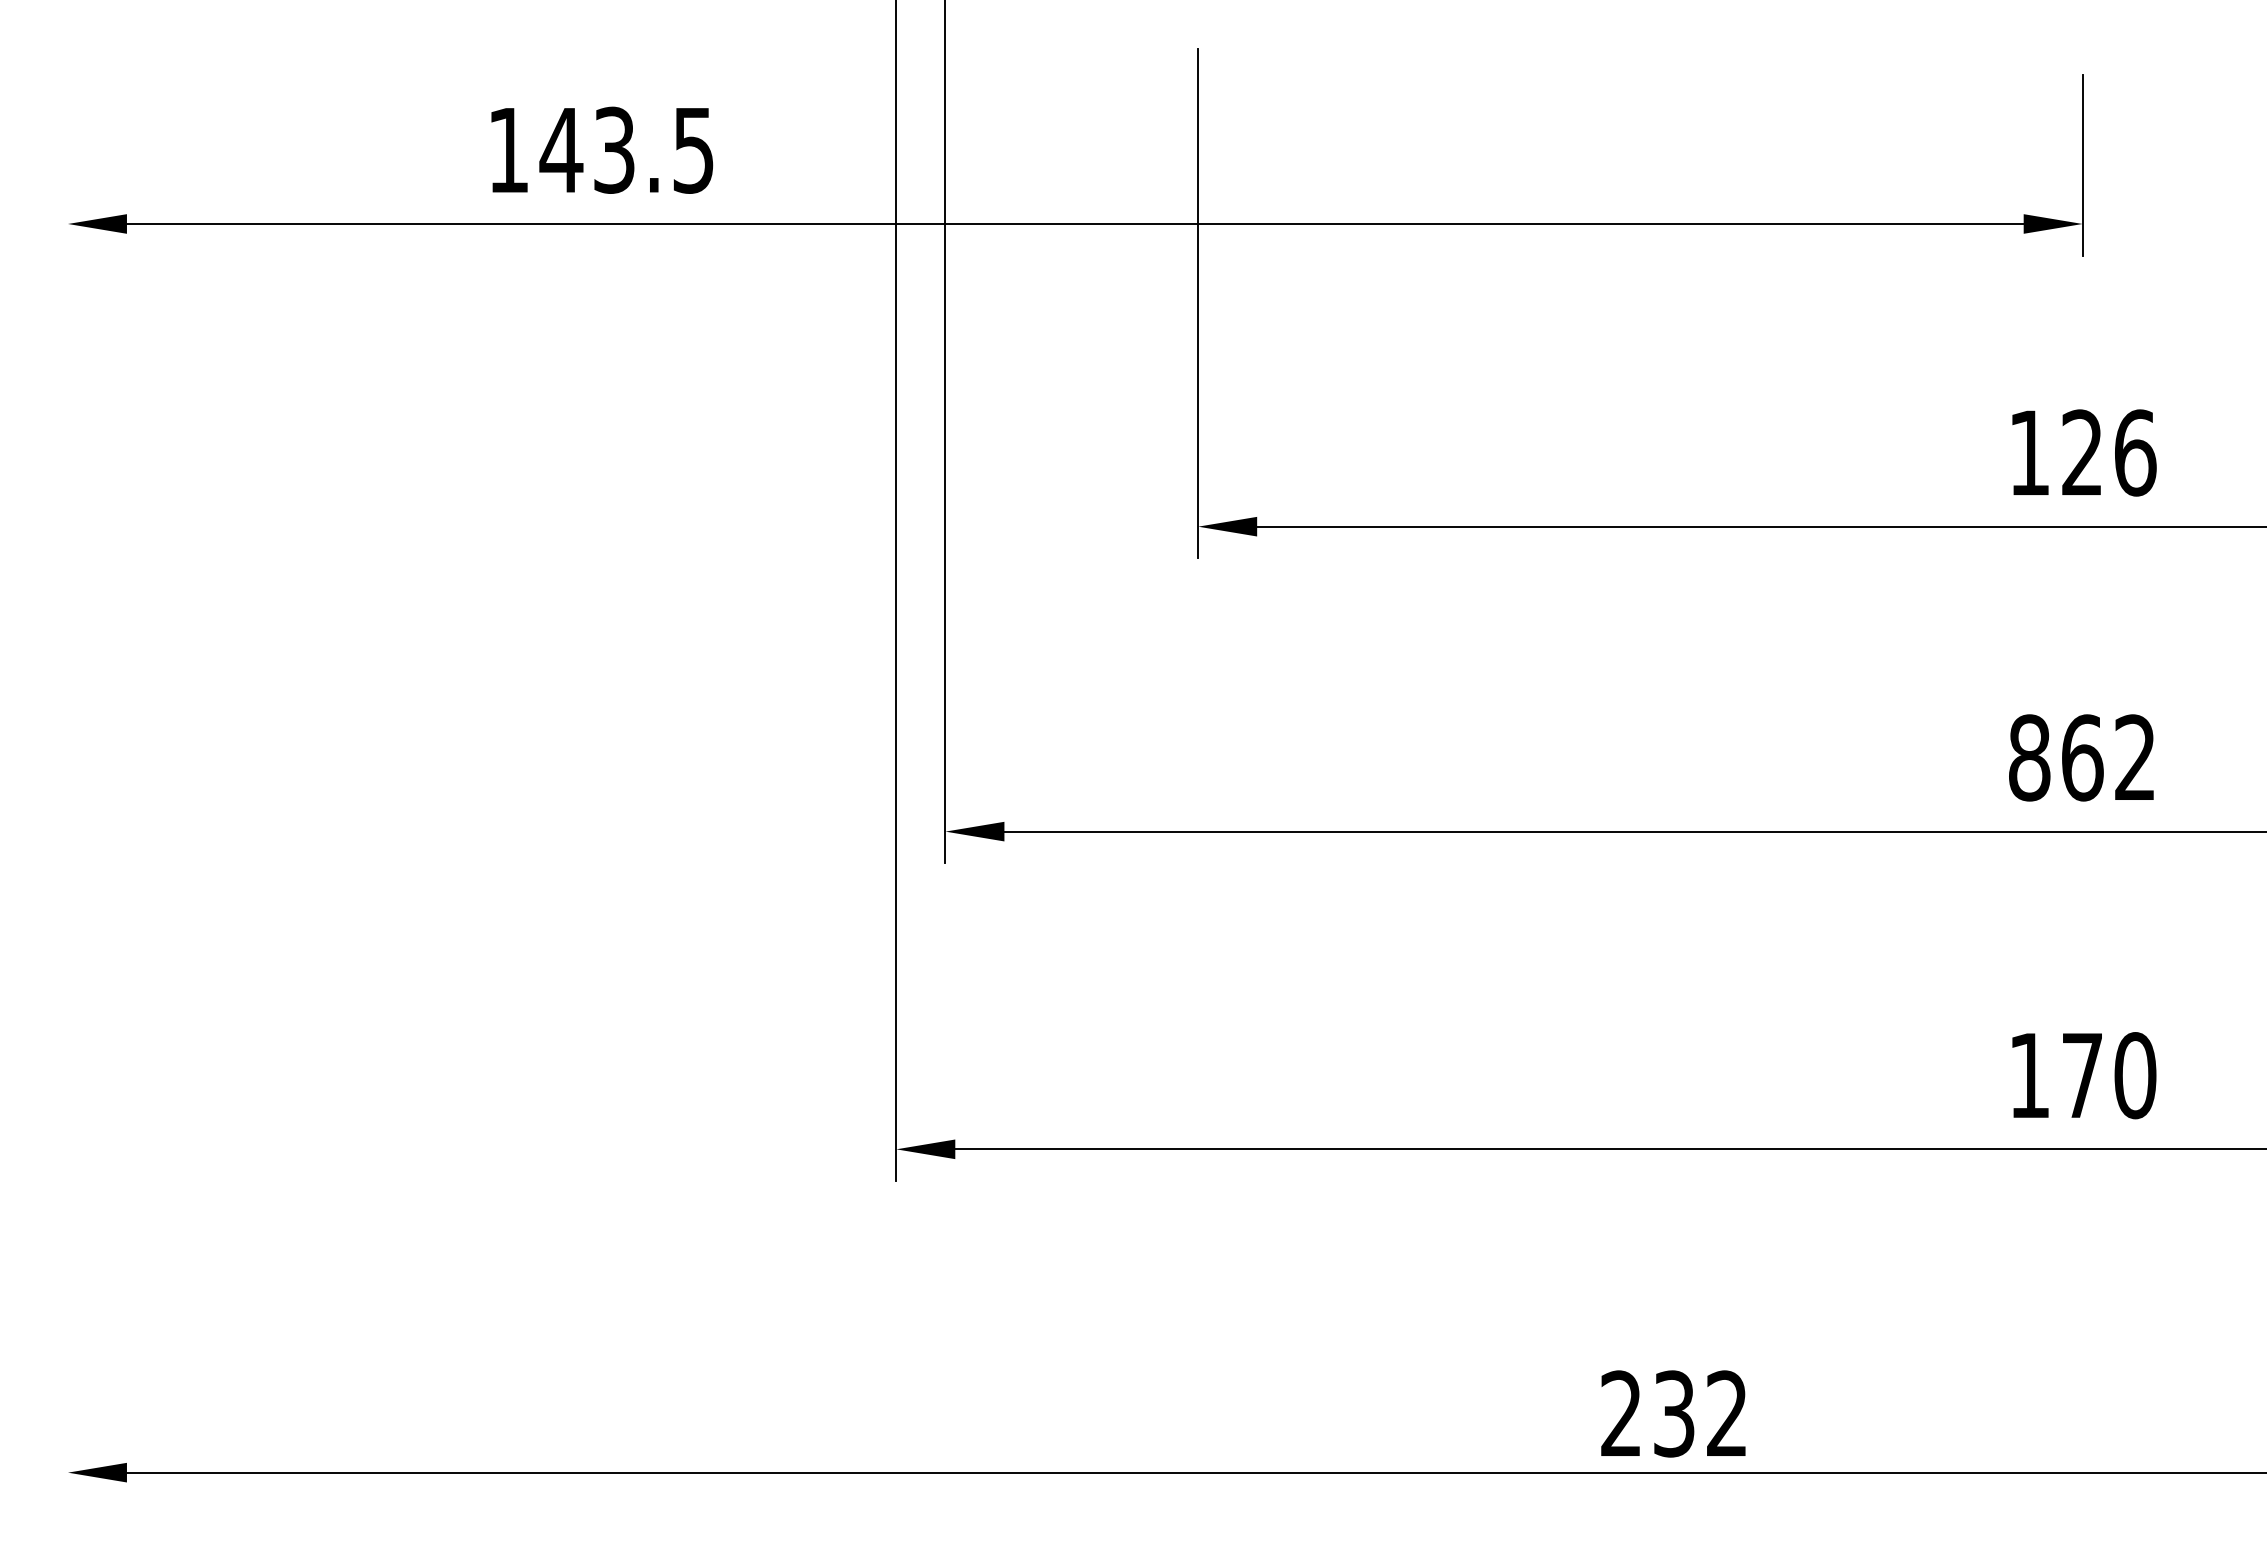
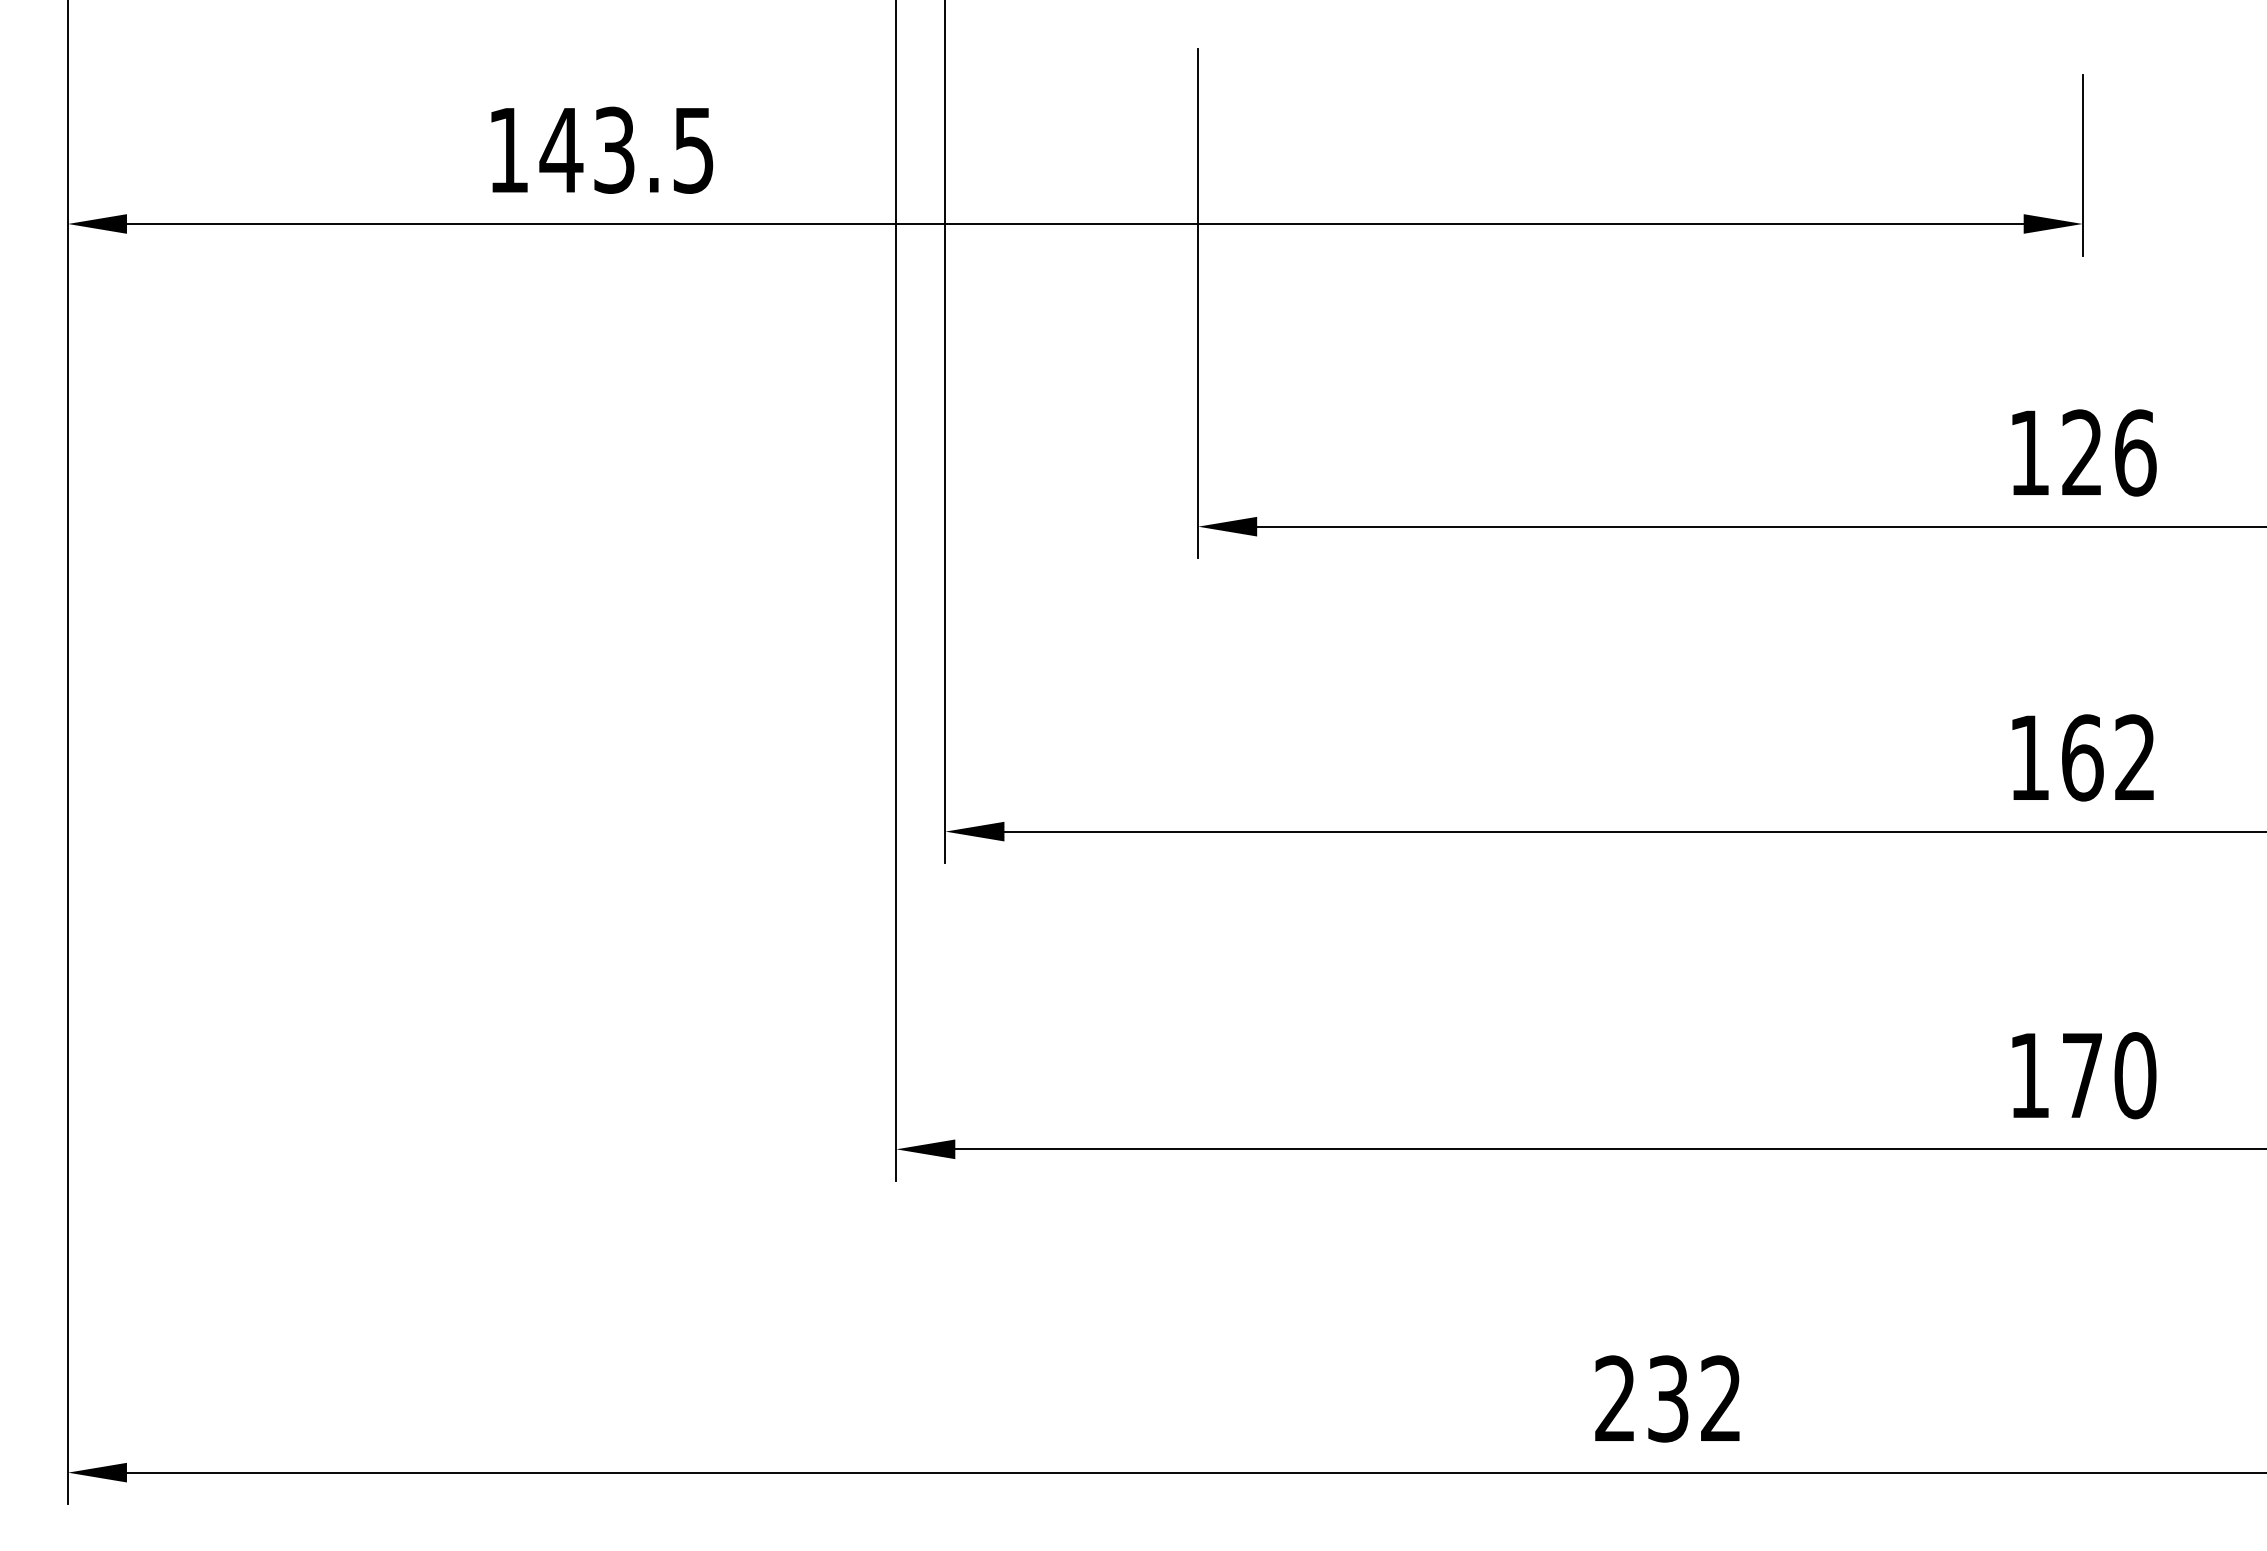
line at (68, 753): none -> present
text at (2029, 757): 862 -> 162
text at (1673, 1413) position: (1673, 1413) -> (1667, 1398)
